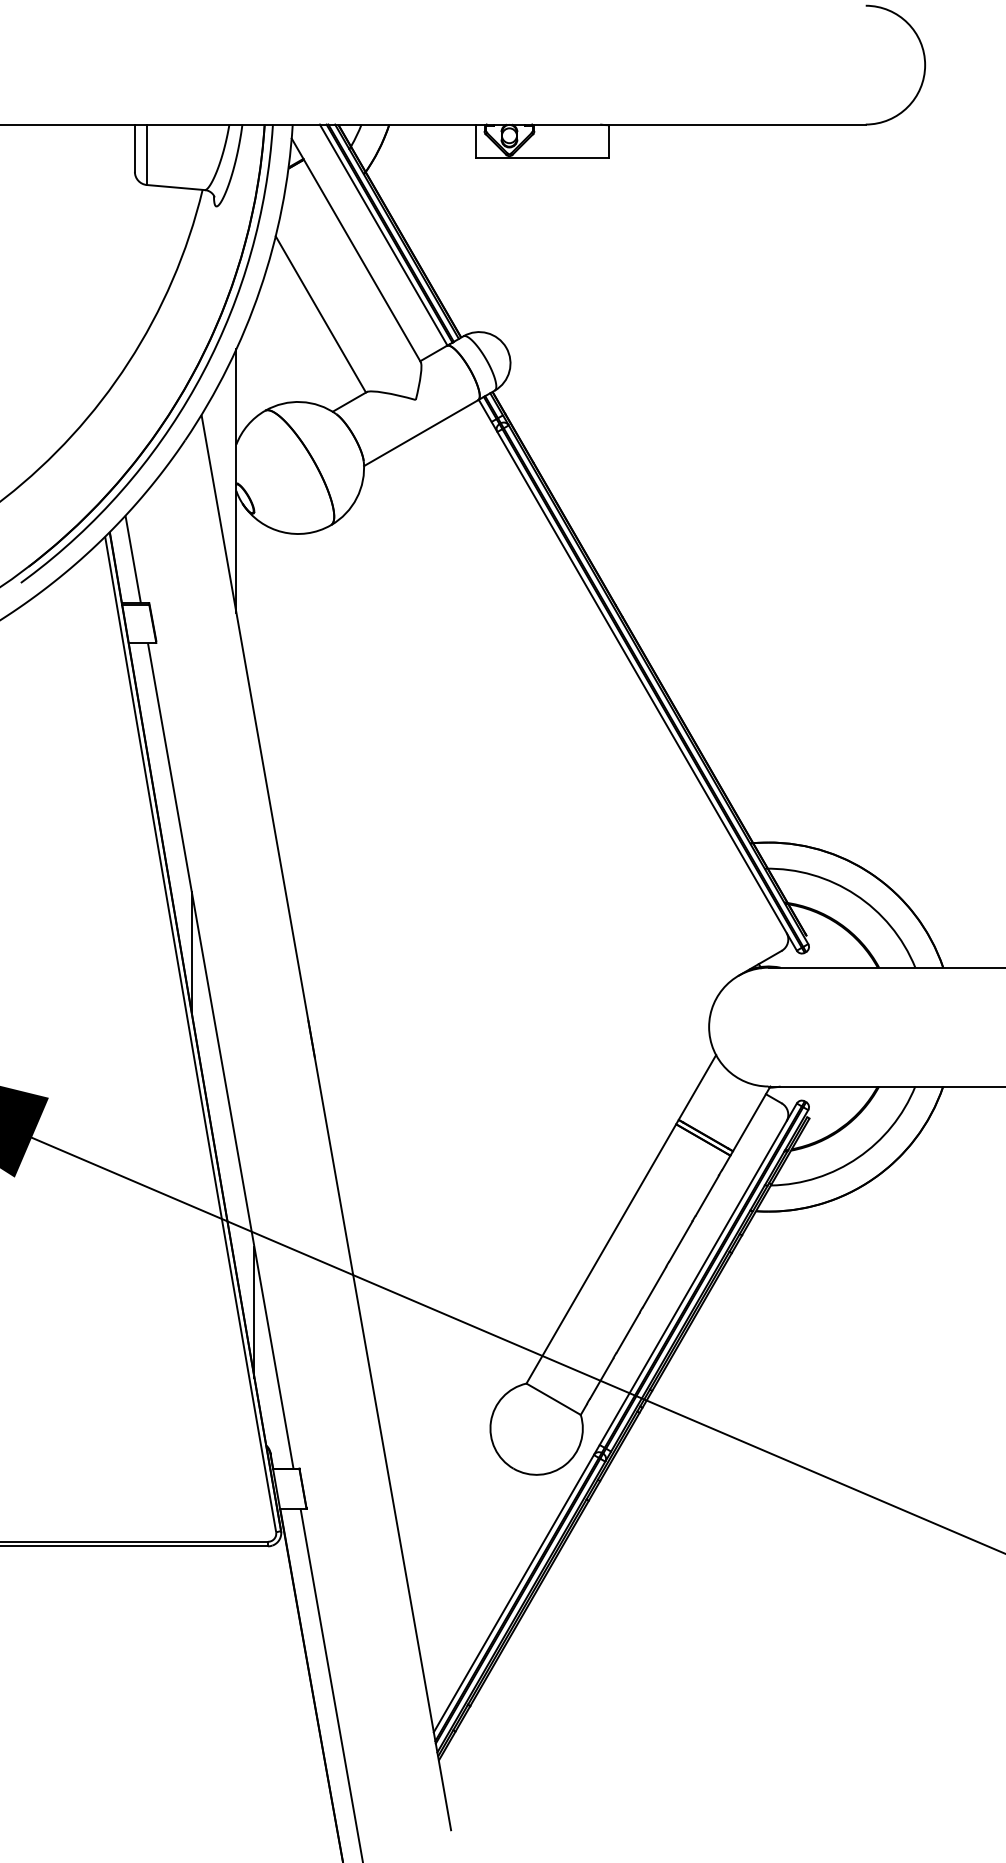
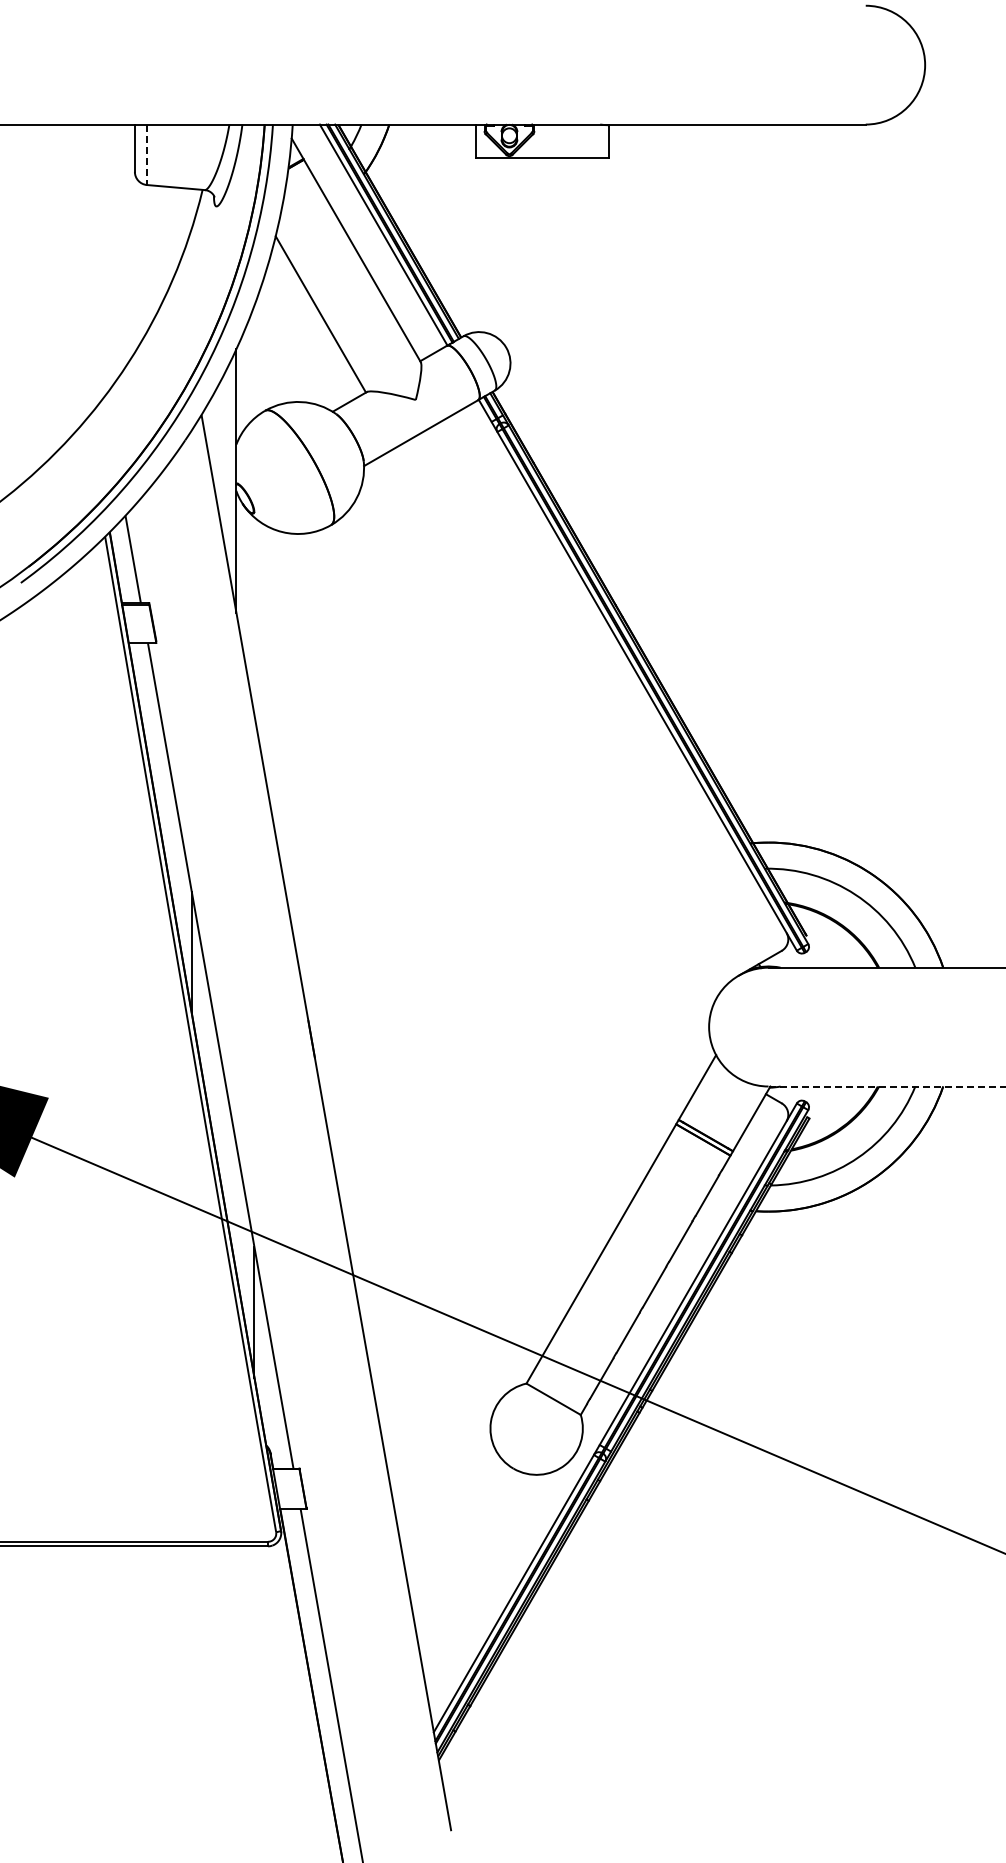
line at (146, 155): solid -> dashed
line at (887, 1086): solid -> dashed
